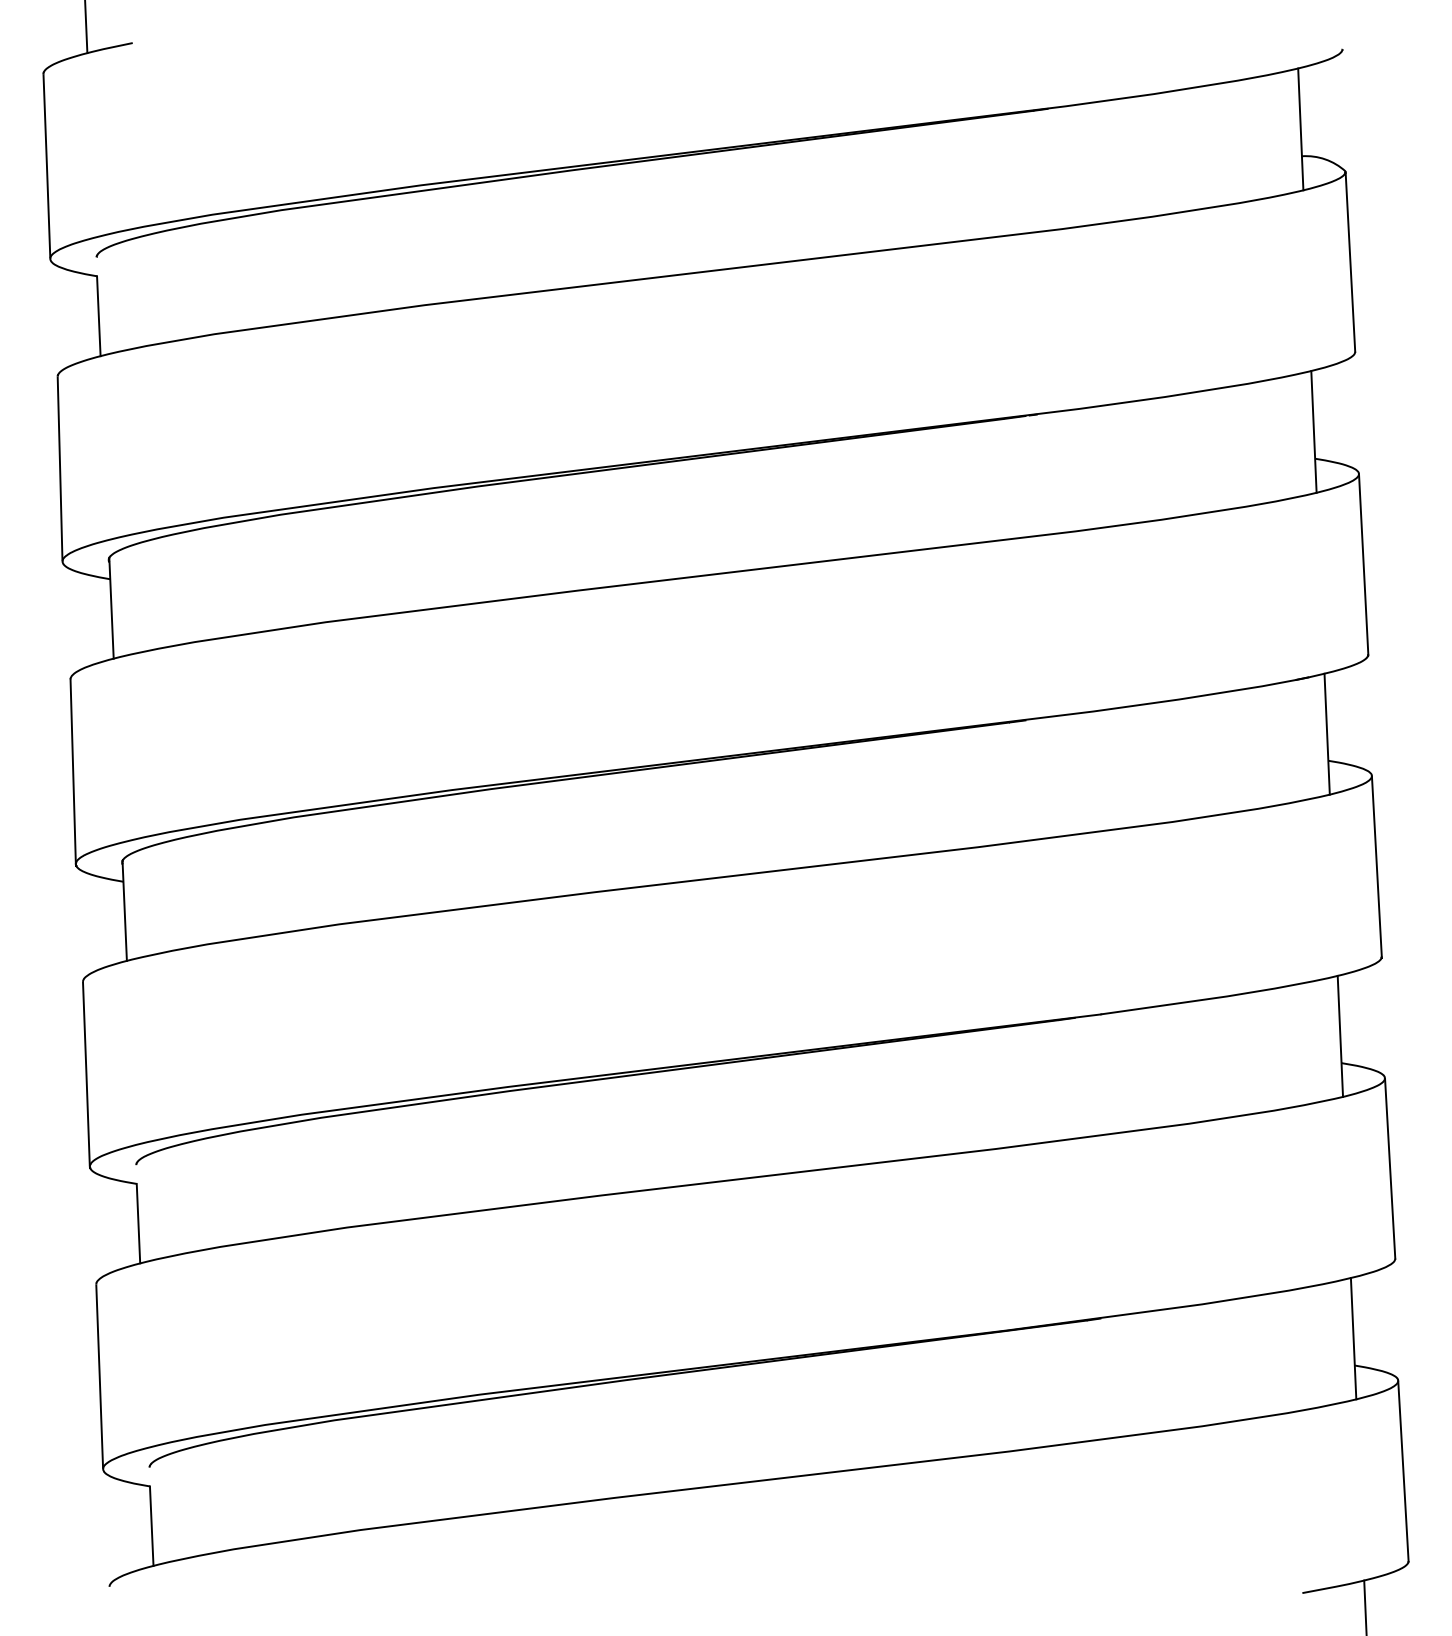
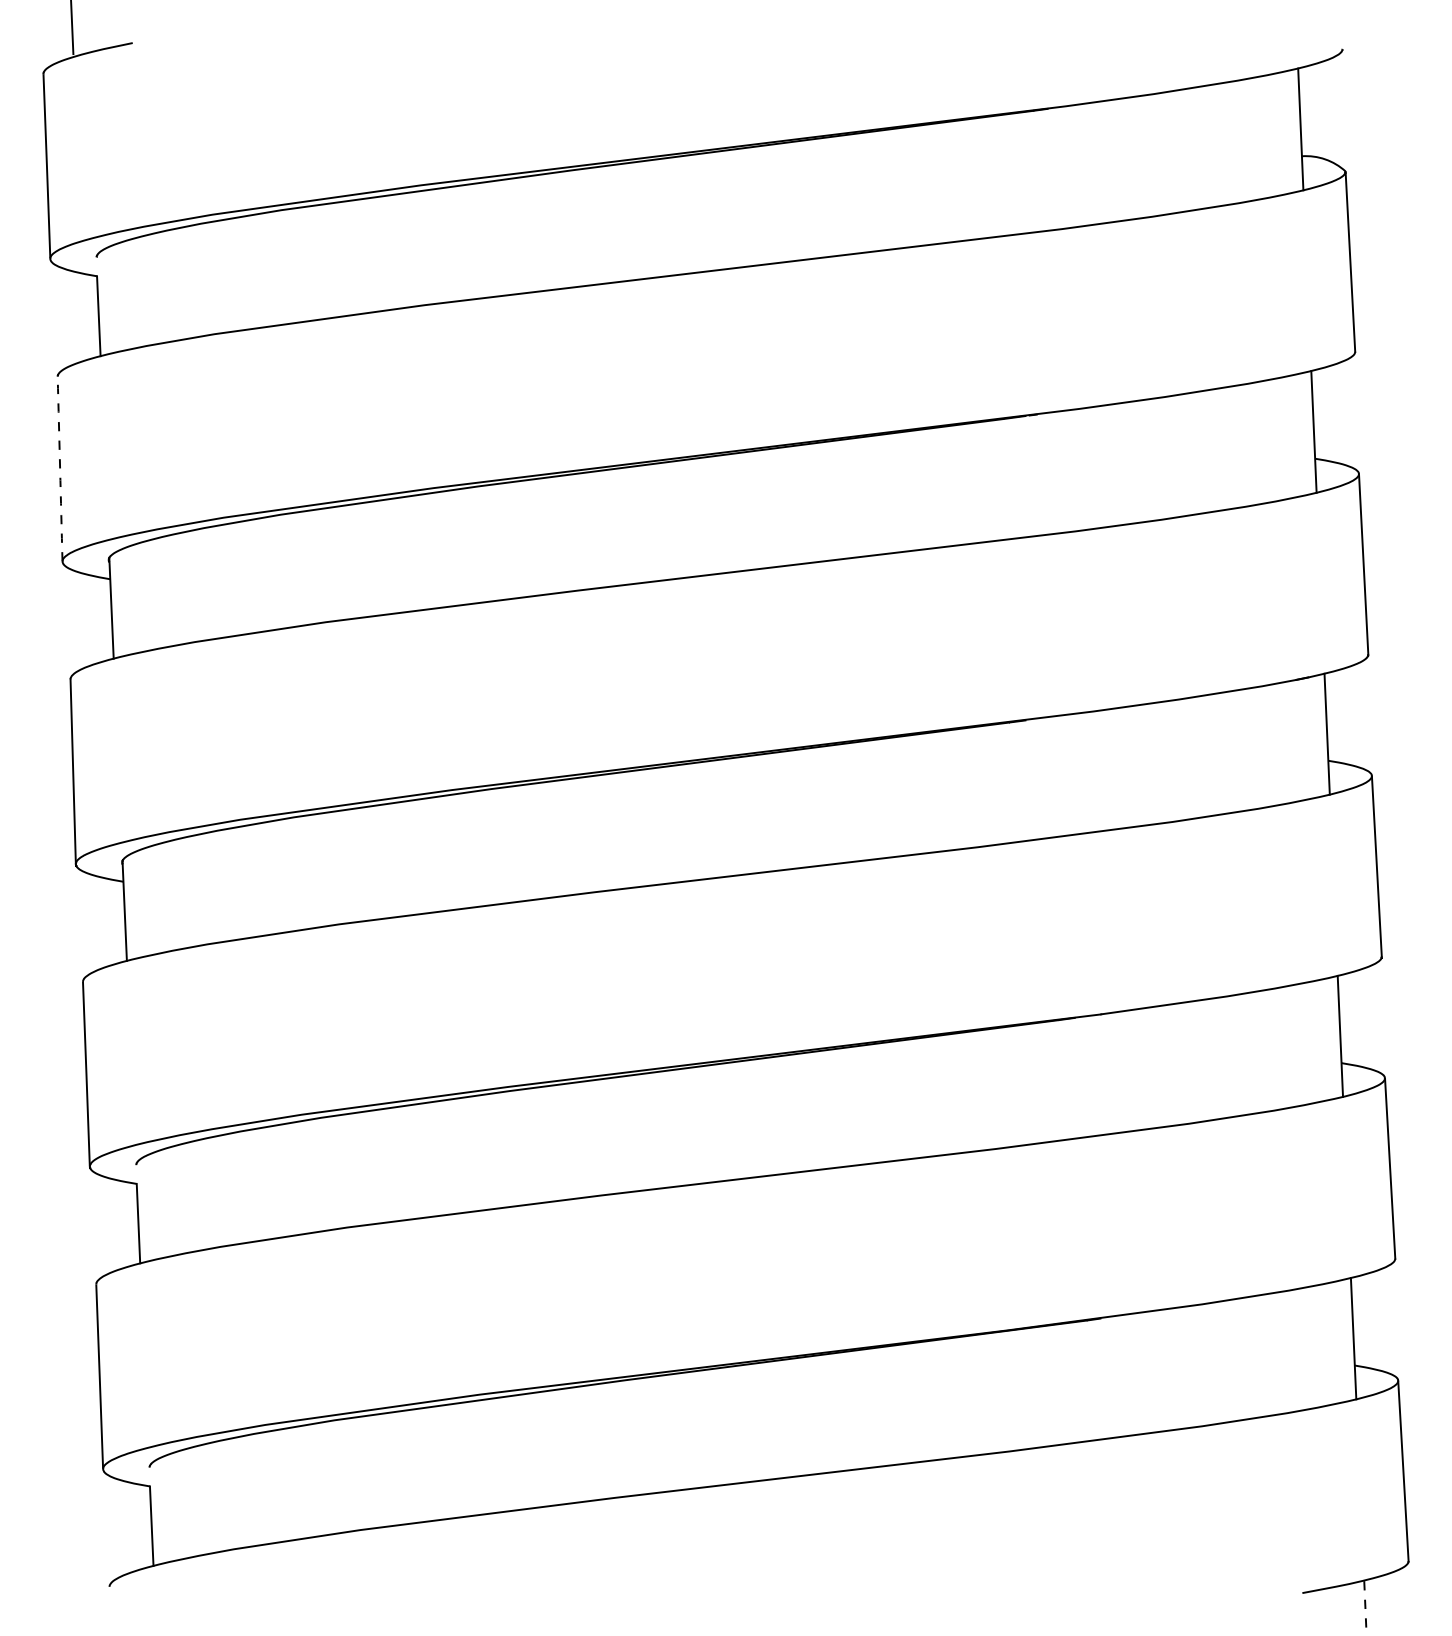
line at (86, 27) position: (86, 27) -> (72, 28)
arc at (60, 469): solid -> dashed
line at (1365, 1607): solid -> dashed
